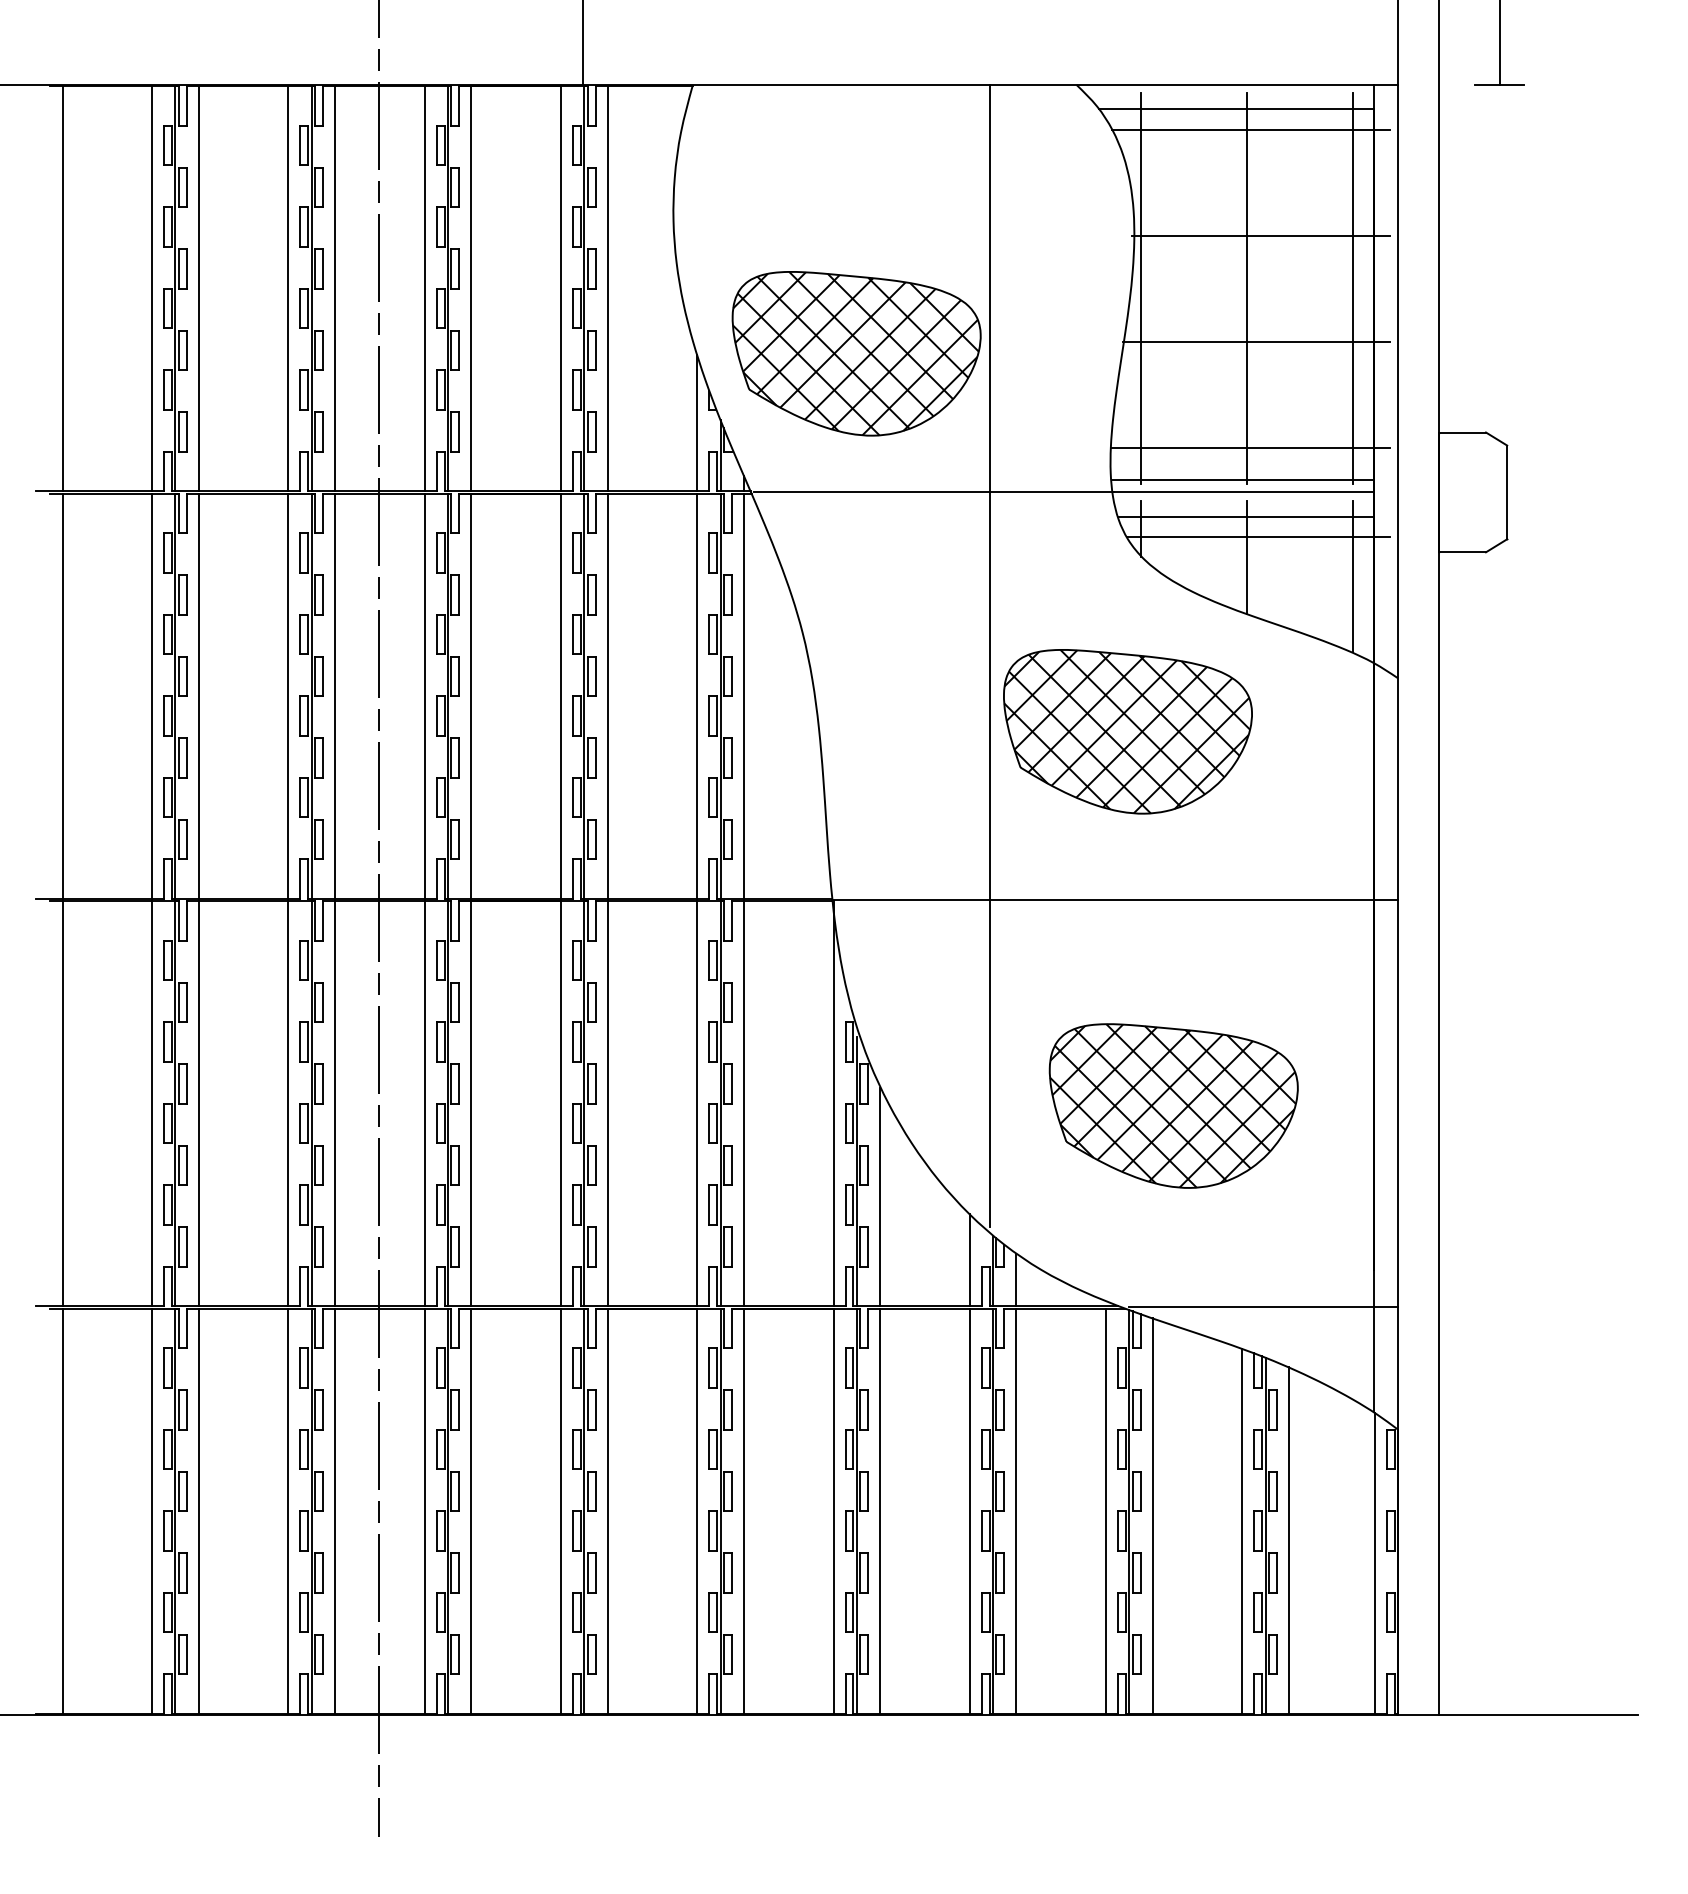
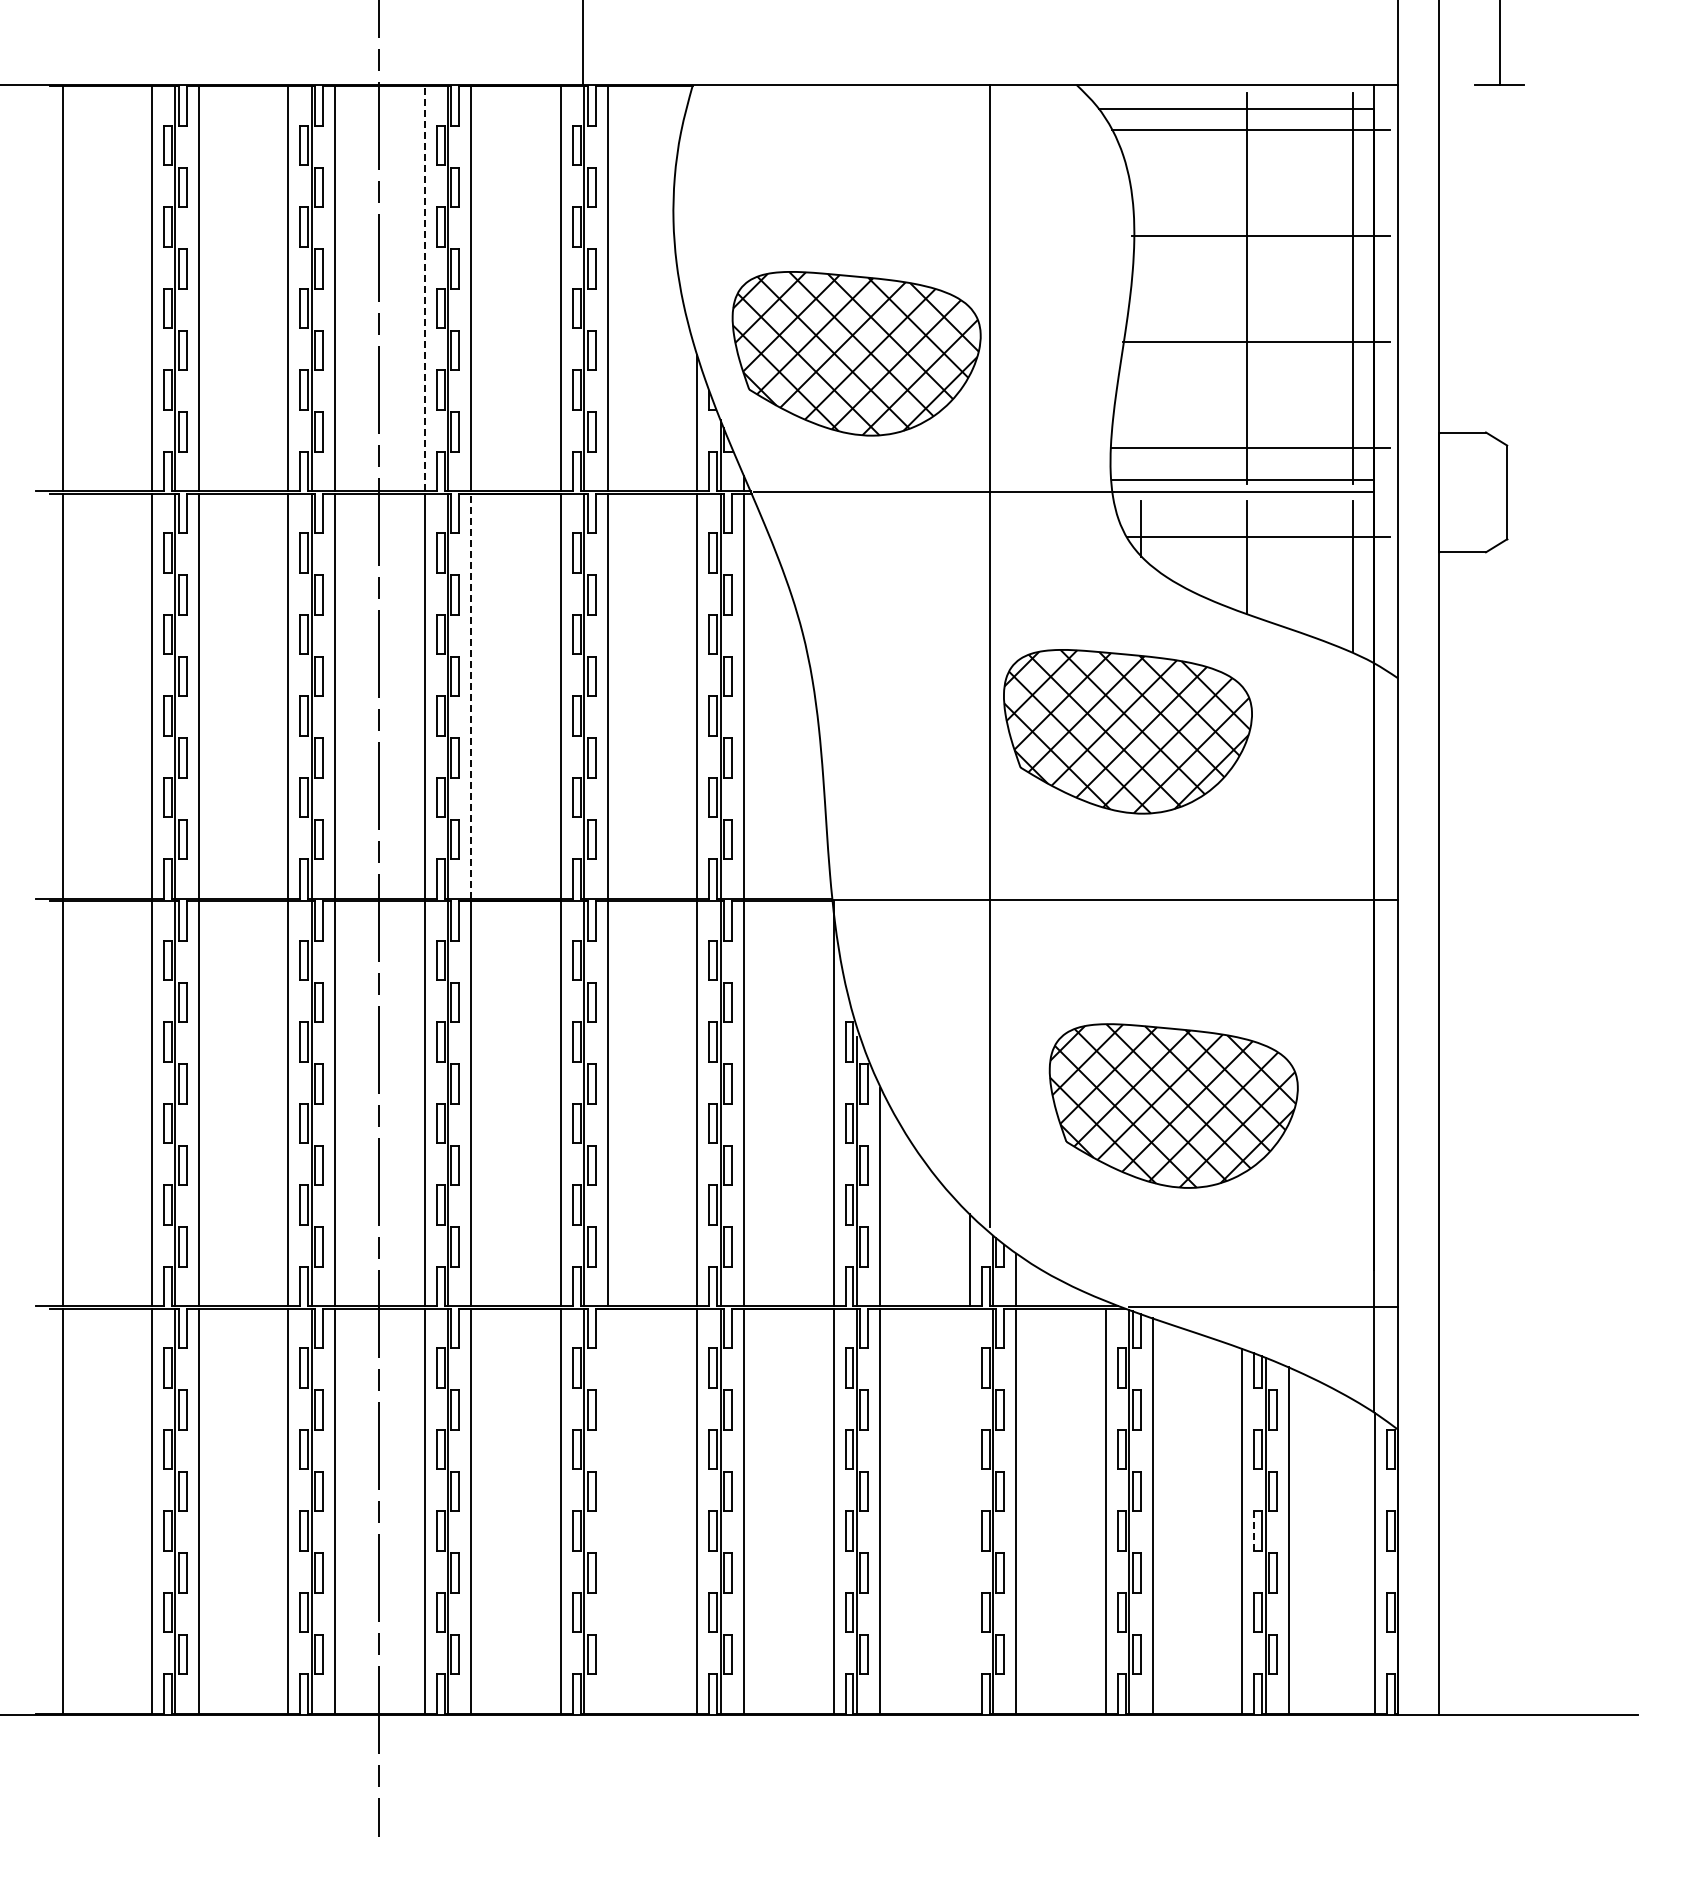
line at (424, 288): solid -> dashed
line at (1141, 288): present -> none
line at (1245, 516): present -> none
line at (471, 696): solid -> dashed
line at (607, 1510): present -> none
line at (969, 1510): present -> none
line at (1254, 1530): solid -> dashed
